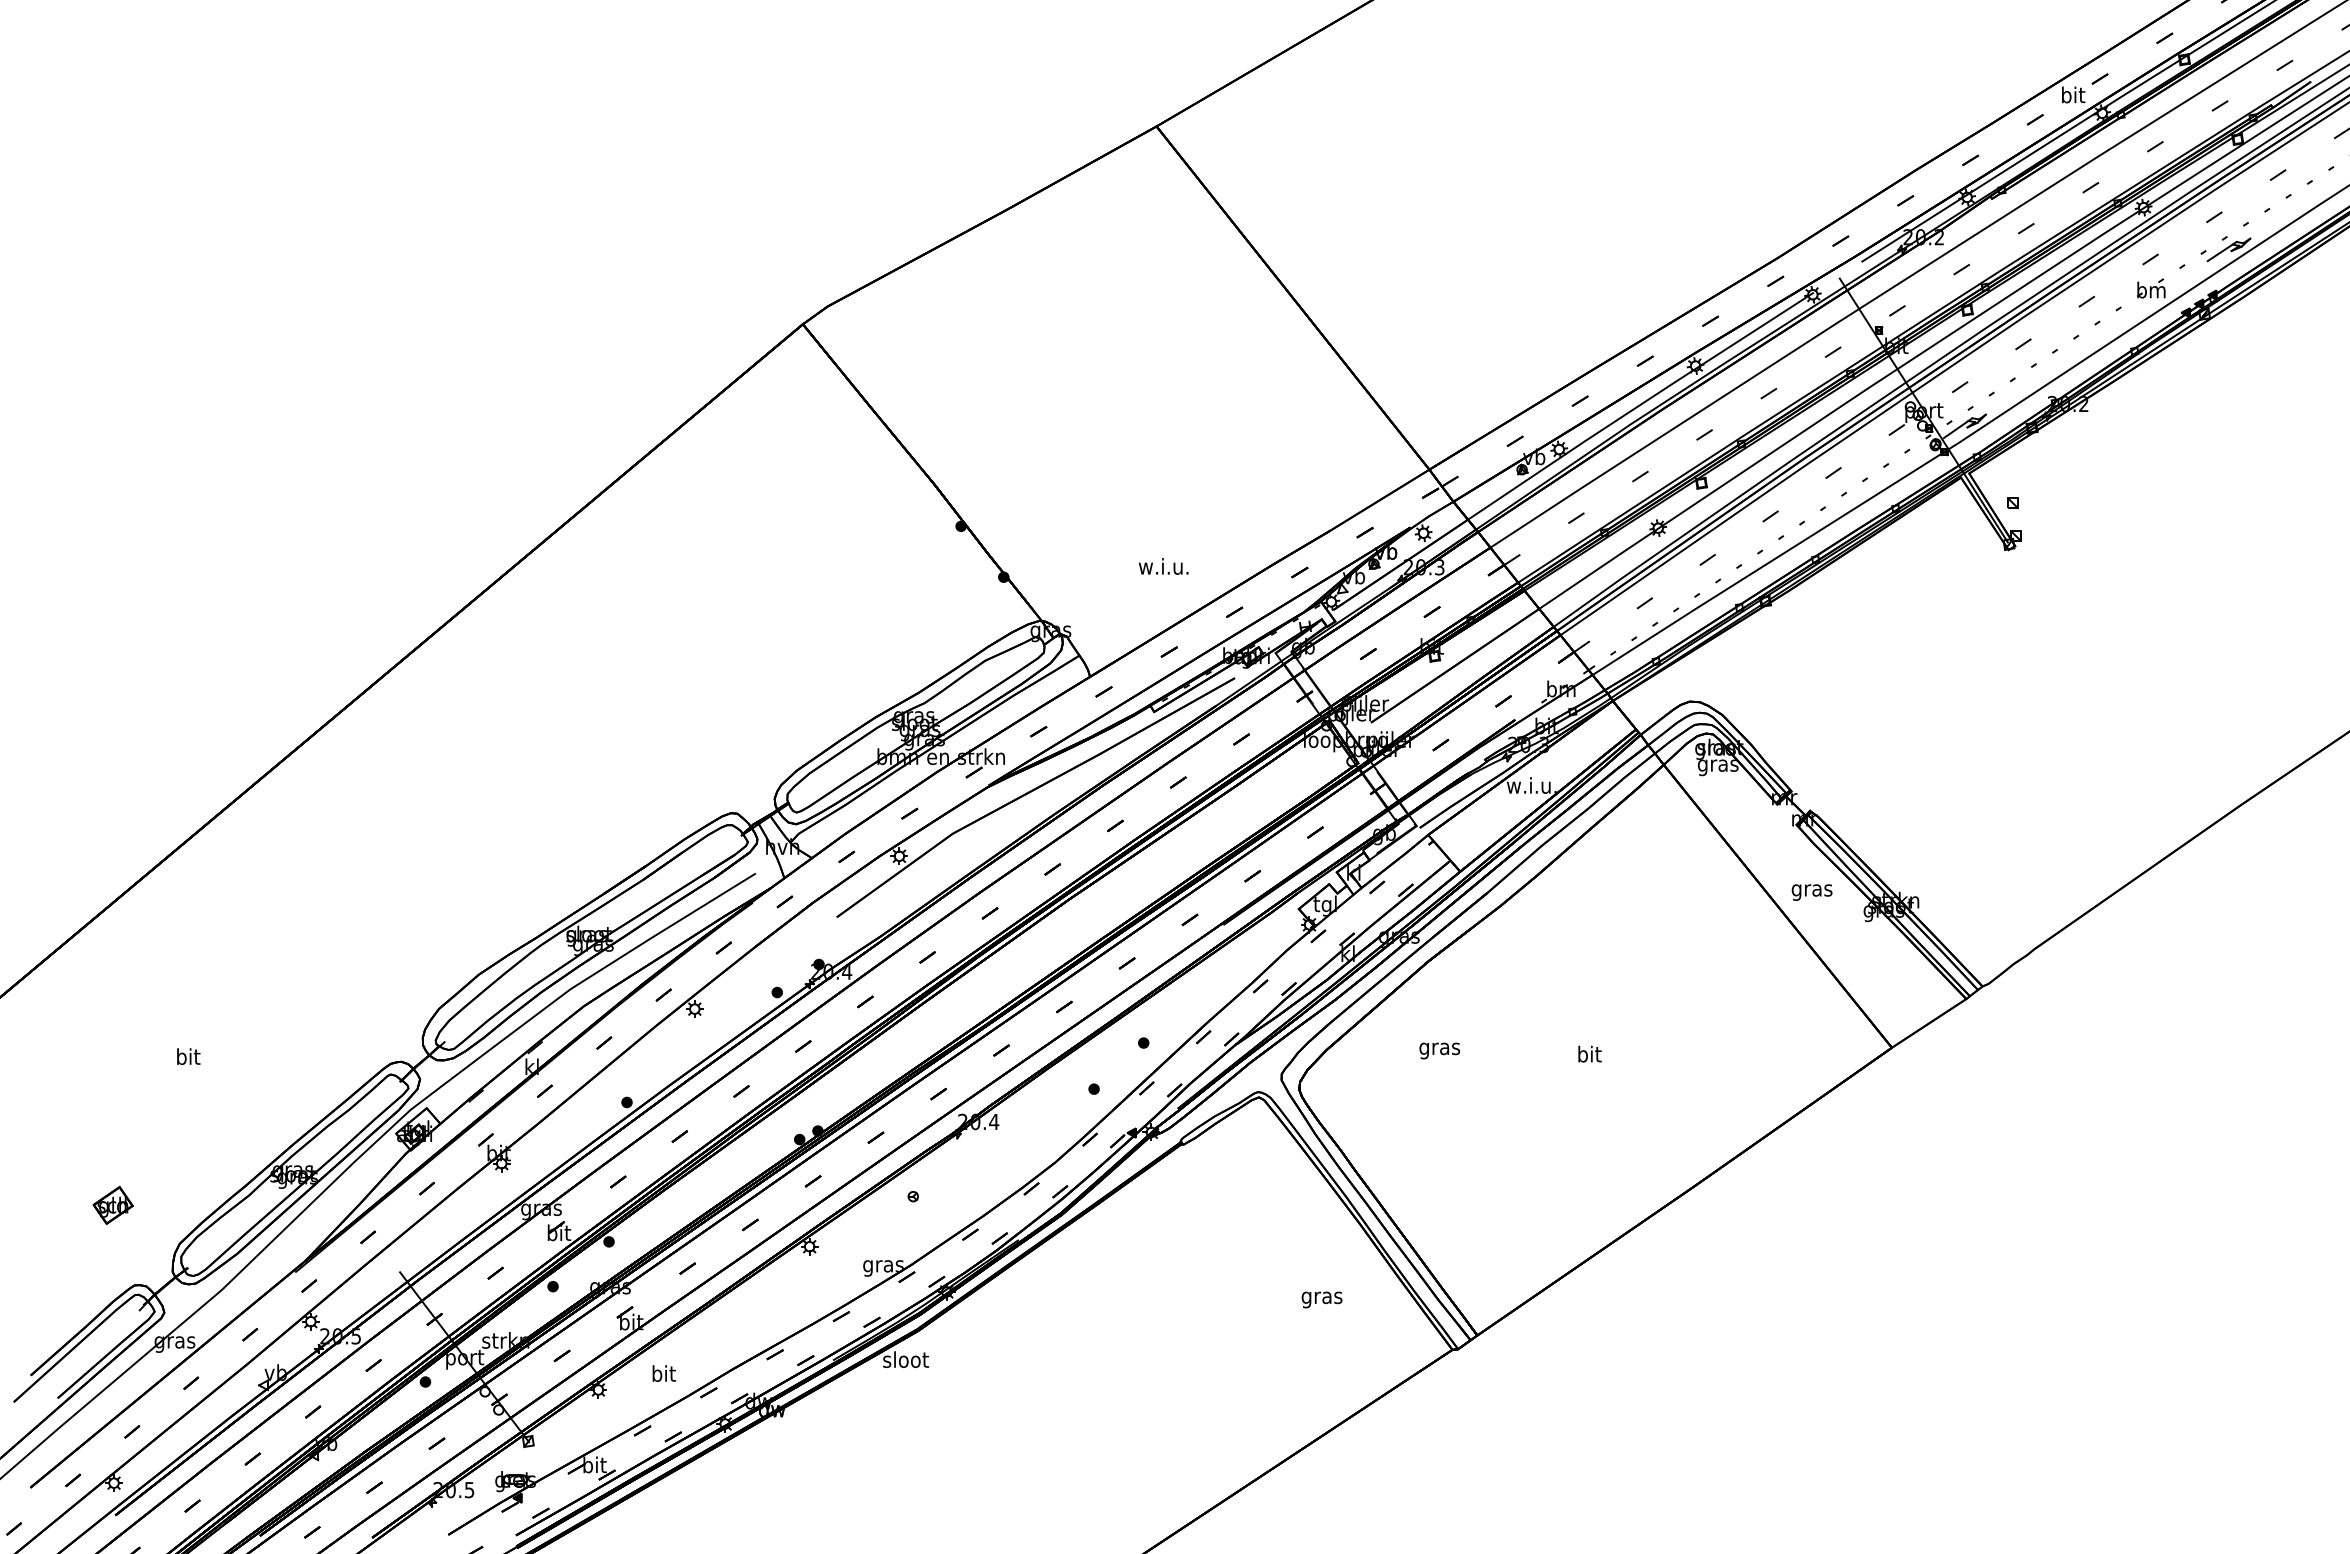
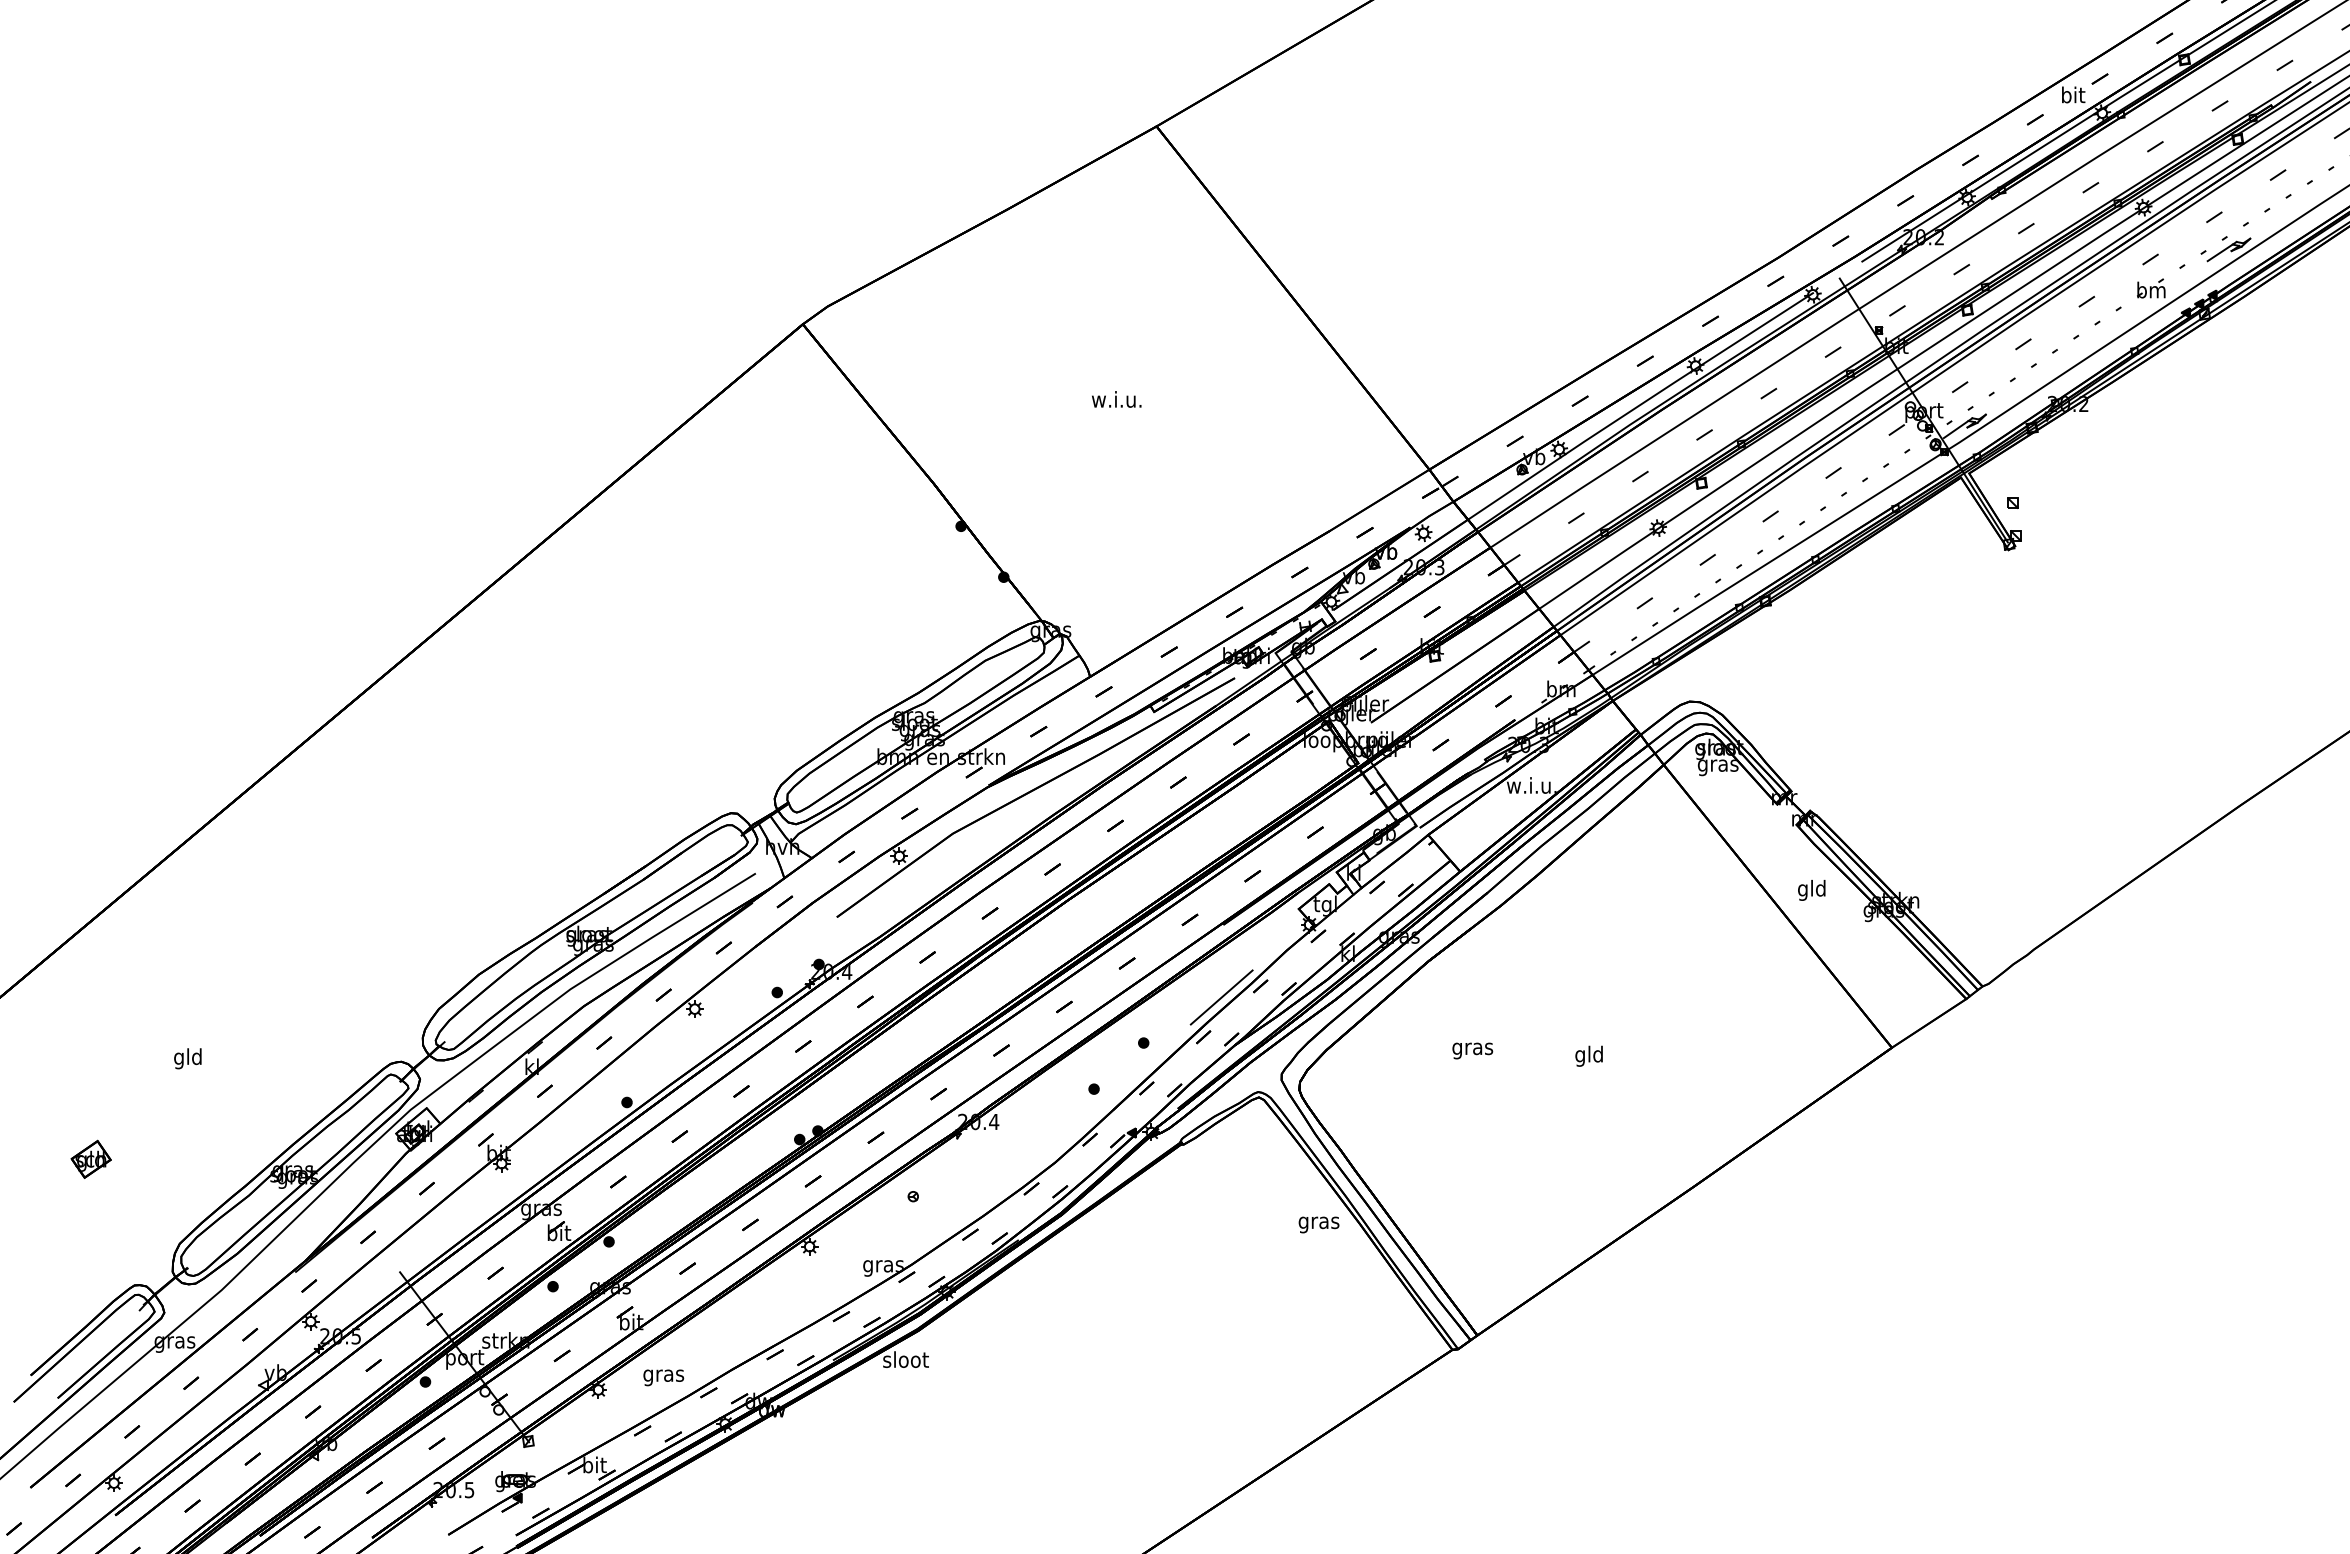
text at (1163, 566) position: (1163, 566) -> (1116, 399)
text at (1811, 889): gras -> gld
line at (1221, 997): none -> present
text at (1439, 1050) position: (1439, 1050) -> (1472, 1050)
text at (1588, 1055): bit -> gld
text at (187, 1058): bit -> gld
part at (112, 1204) position: (112, 1204) -> (90, 1158)
text at (1321, 1299) position: (1321, 1299) -> (1318, 1224)
text at (663, 1375): bit -> gras
